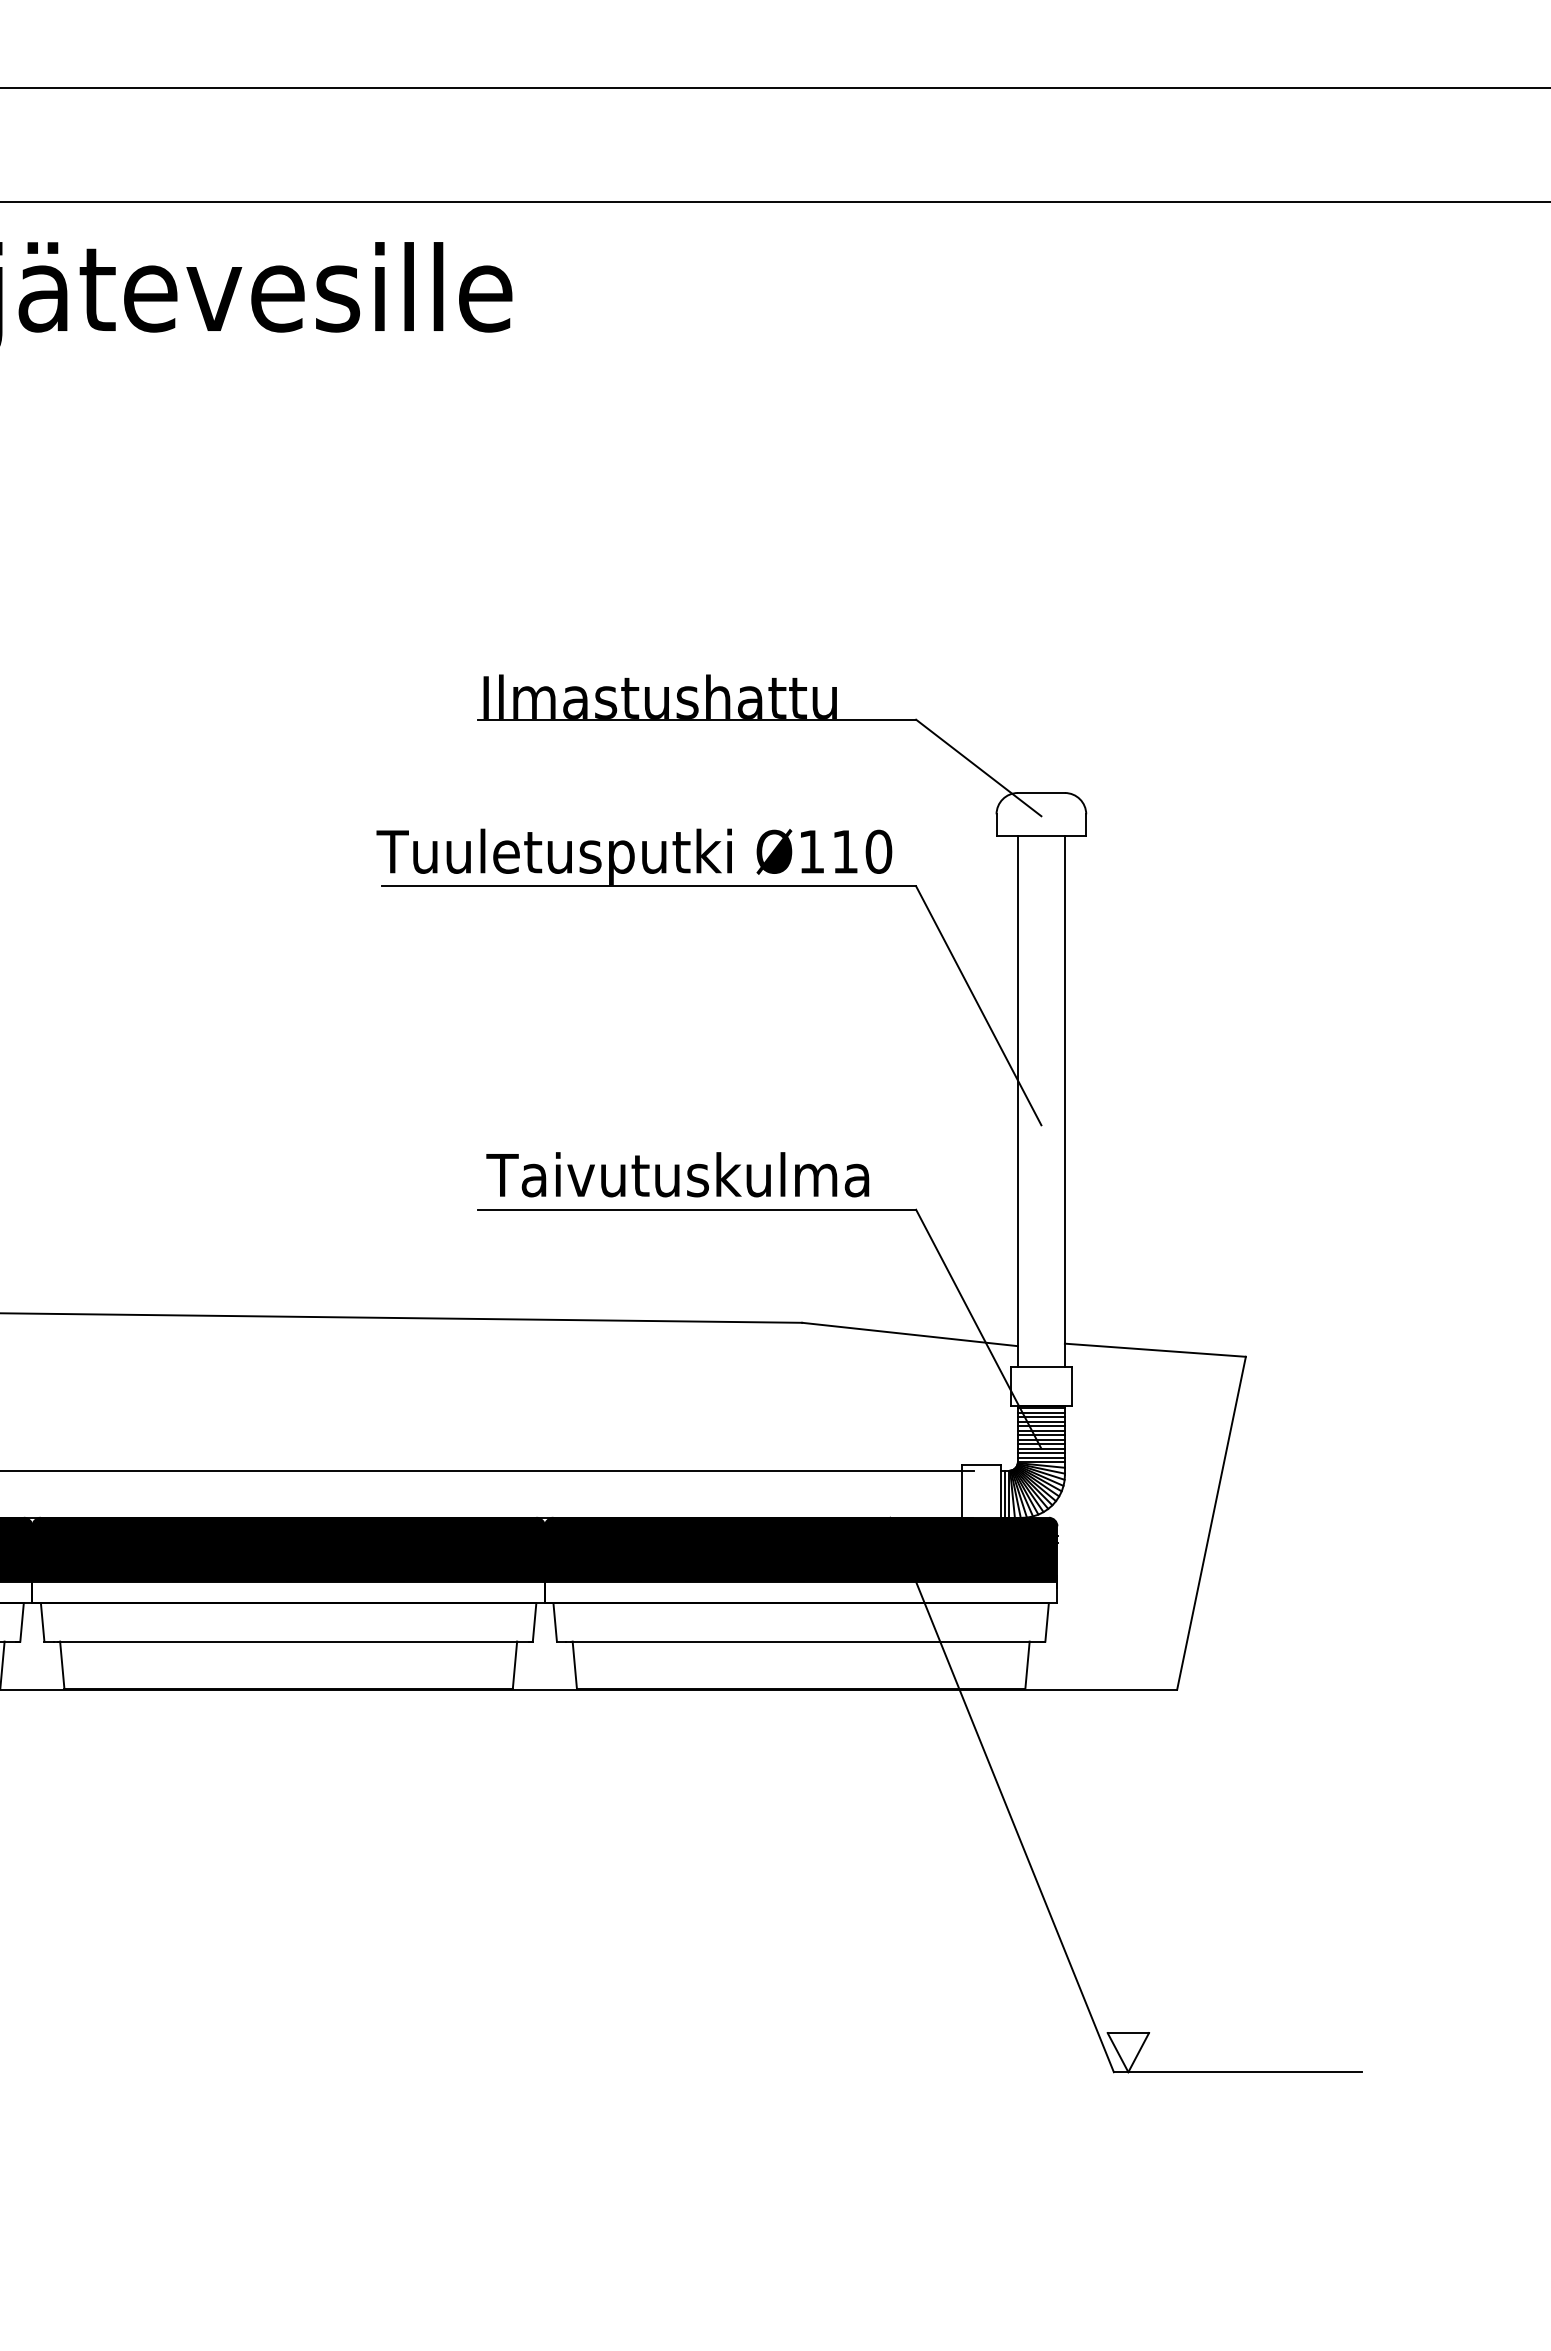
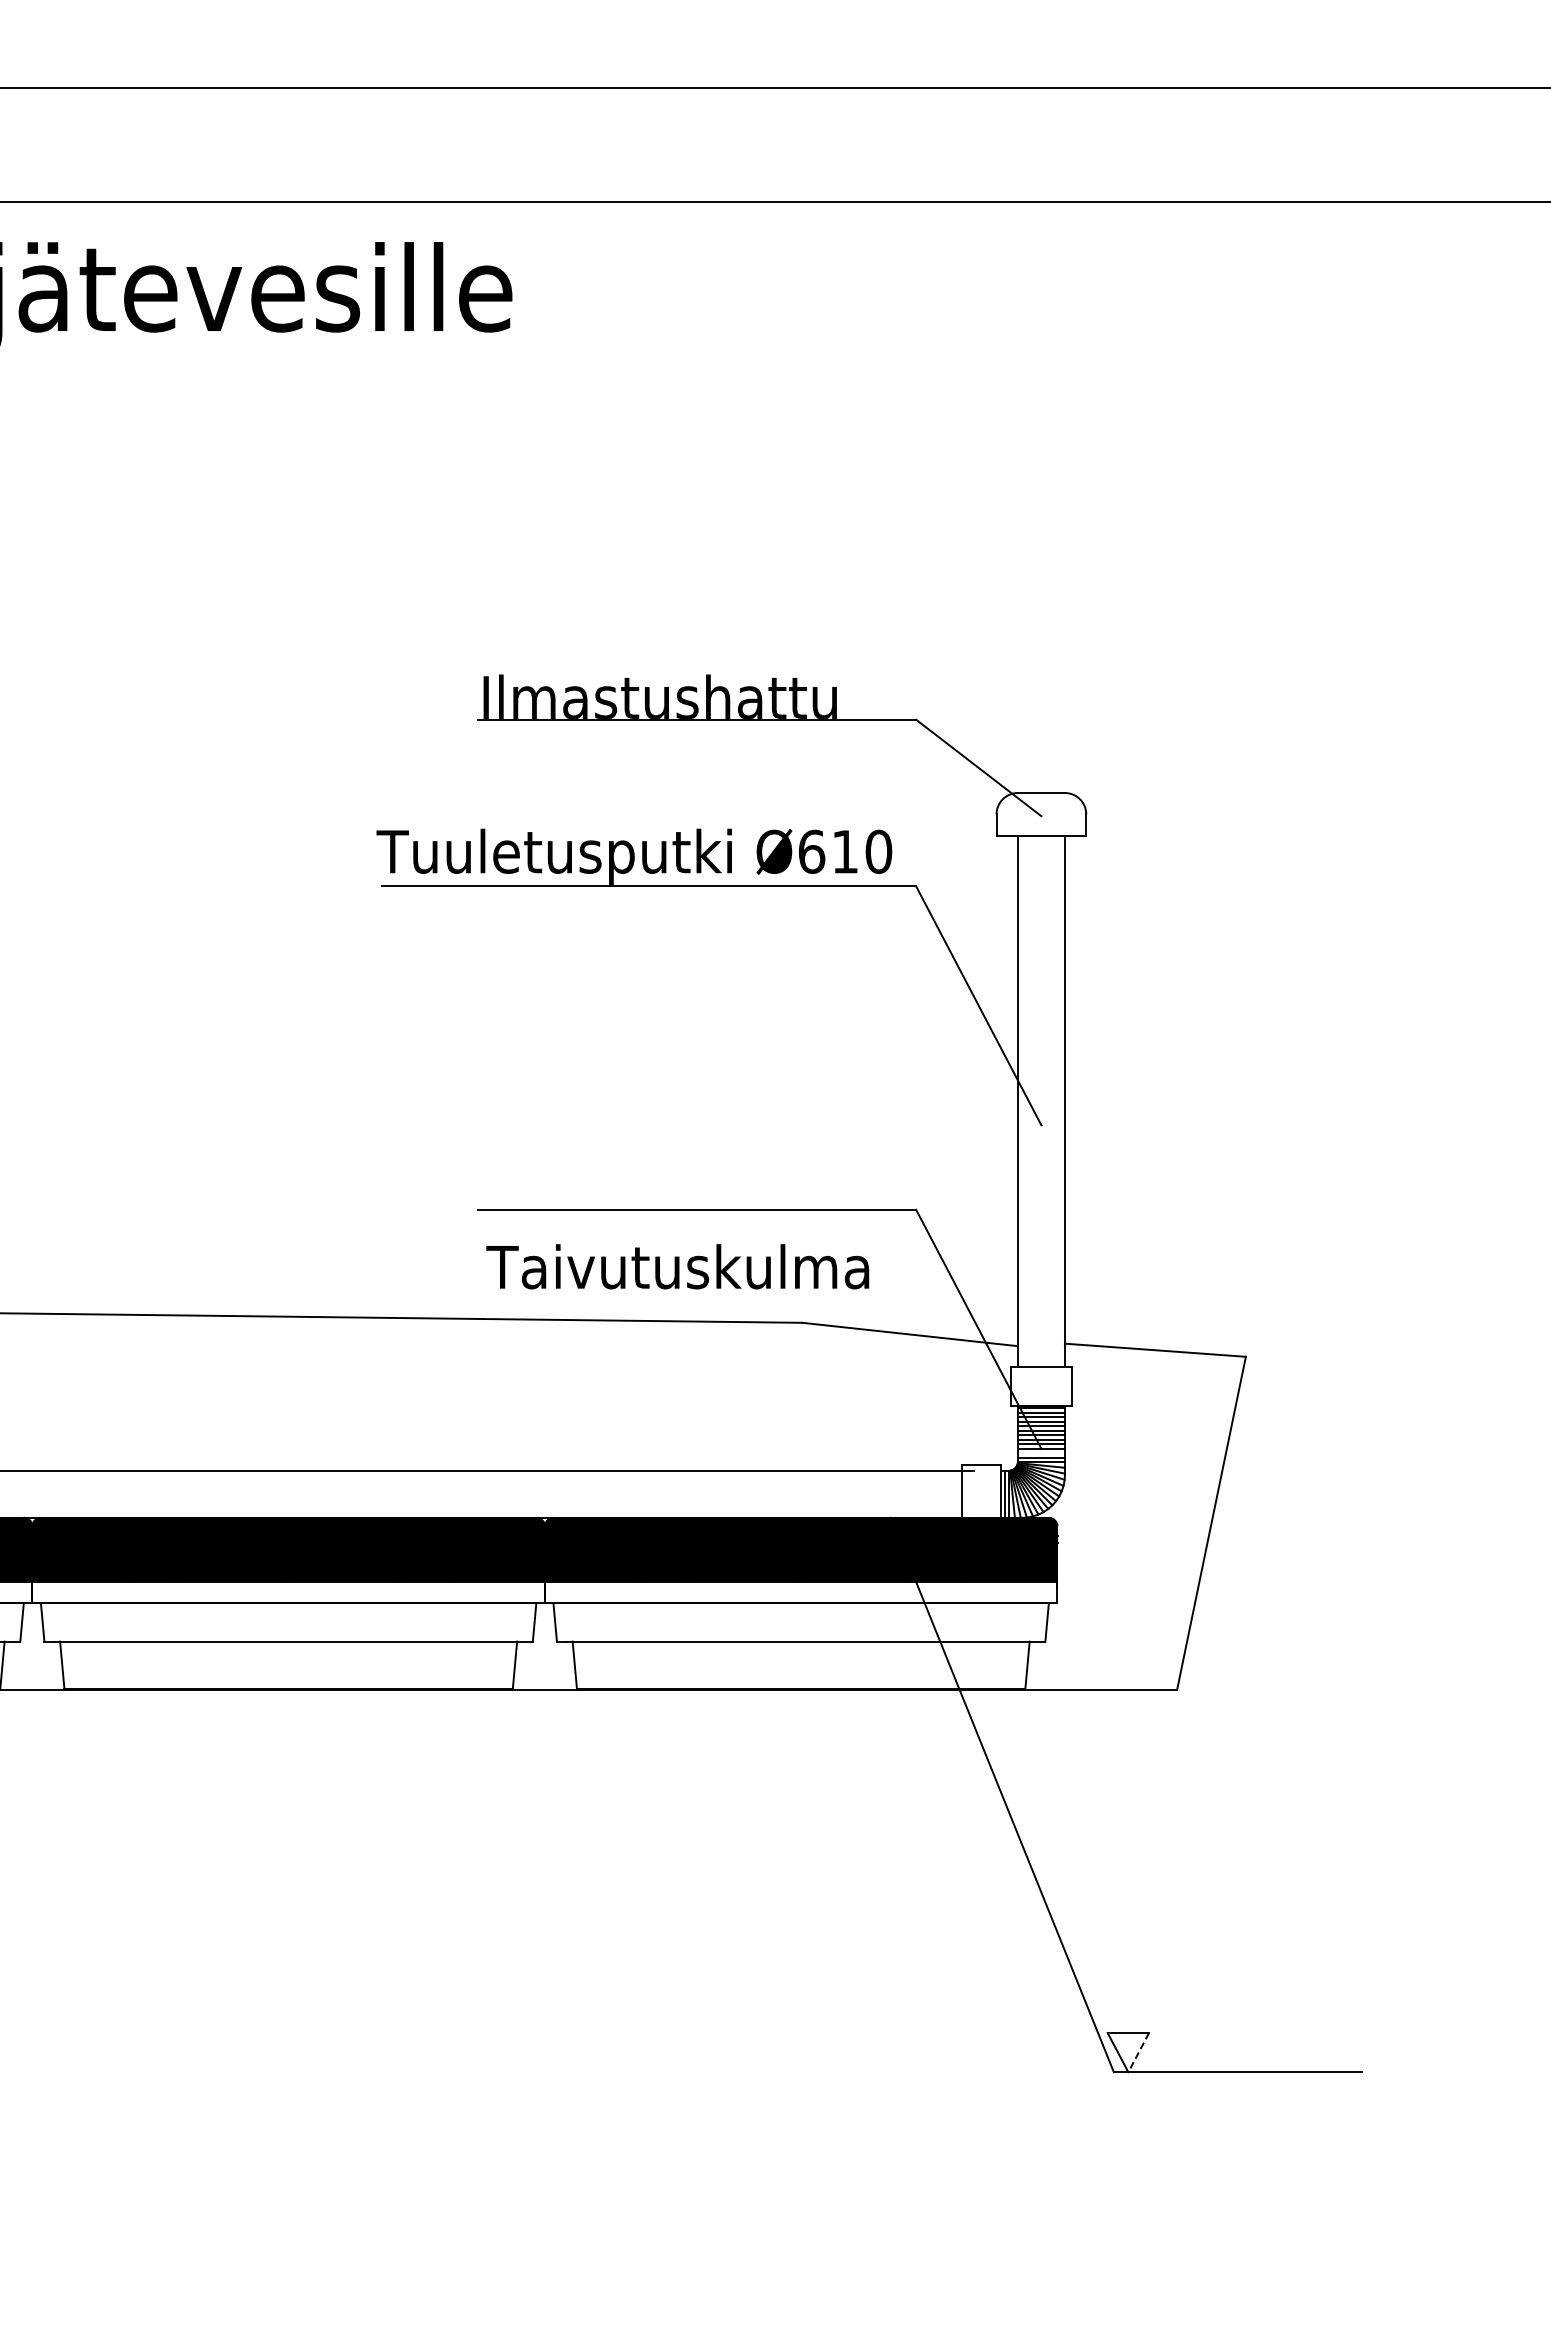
text at (811, 851): Ø110 -> Ø610
text at (677, 1174) position: (677, 1174) -> (677, 1266)
line at (1040, 1453): present -> none
line at (1138, 2053): solid -> dashed
